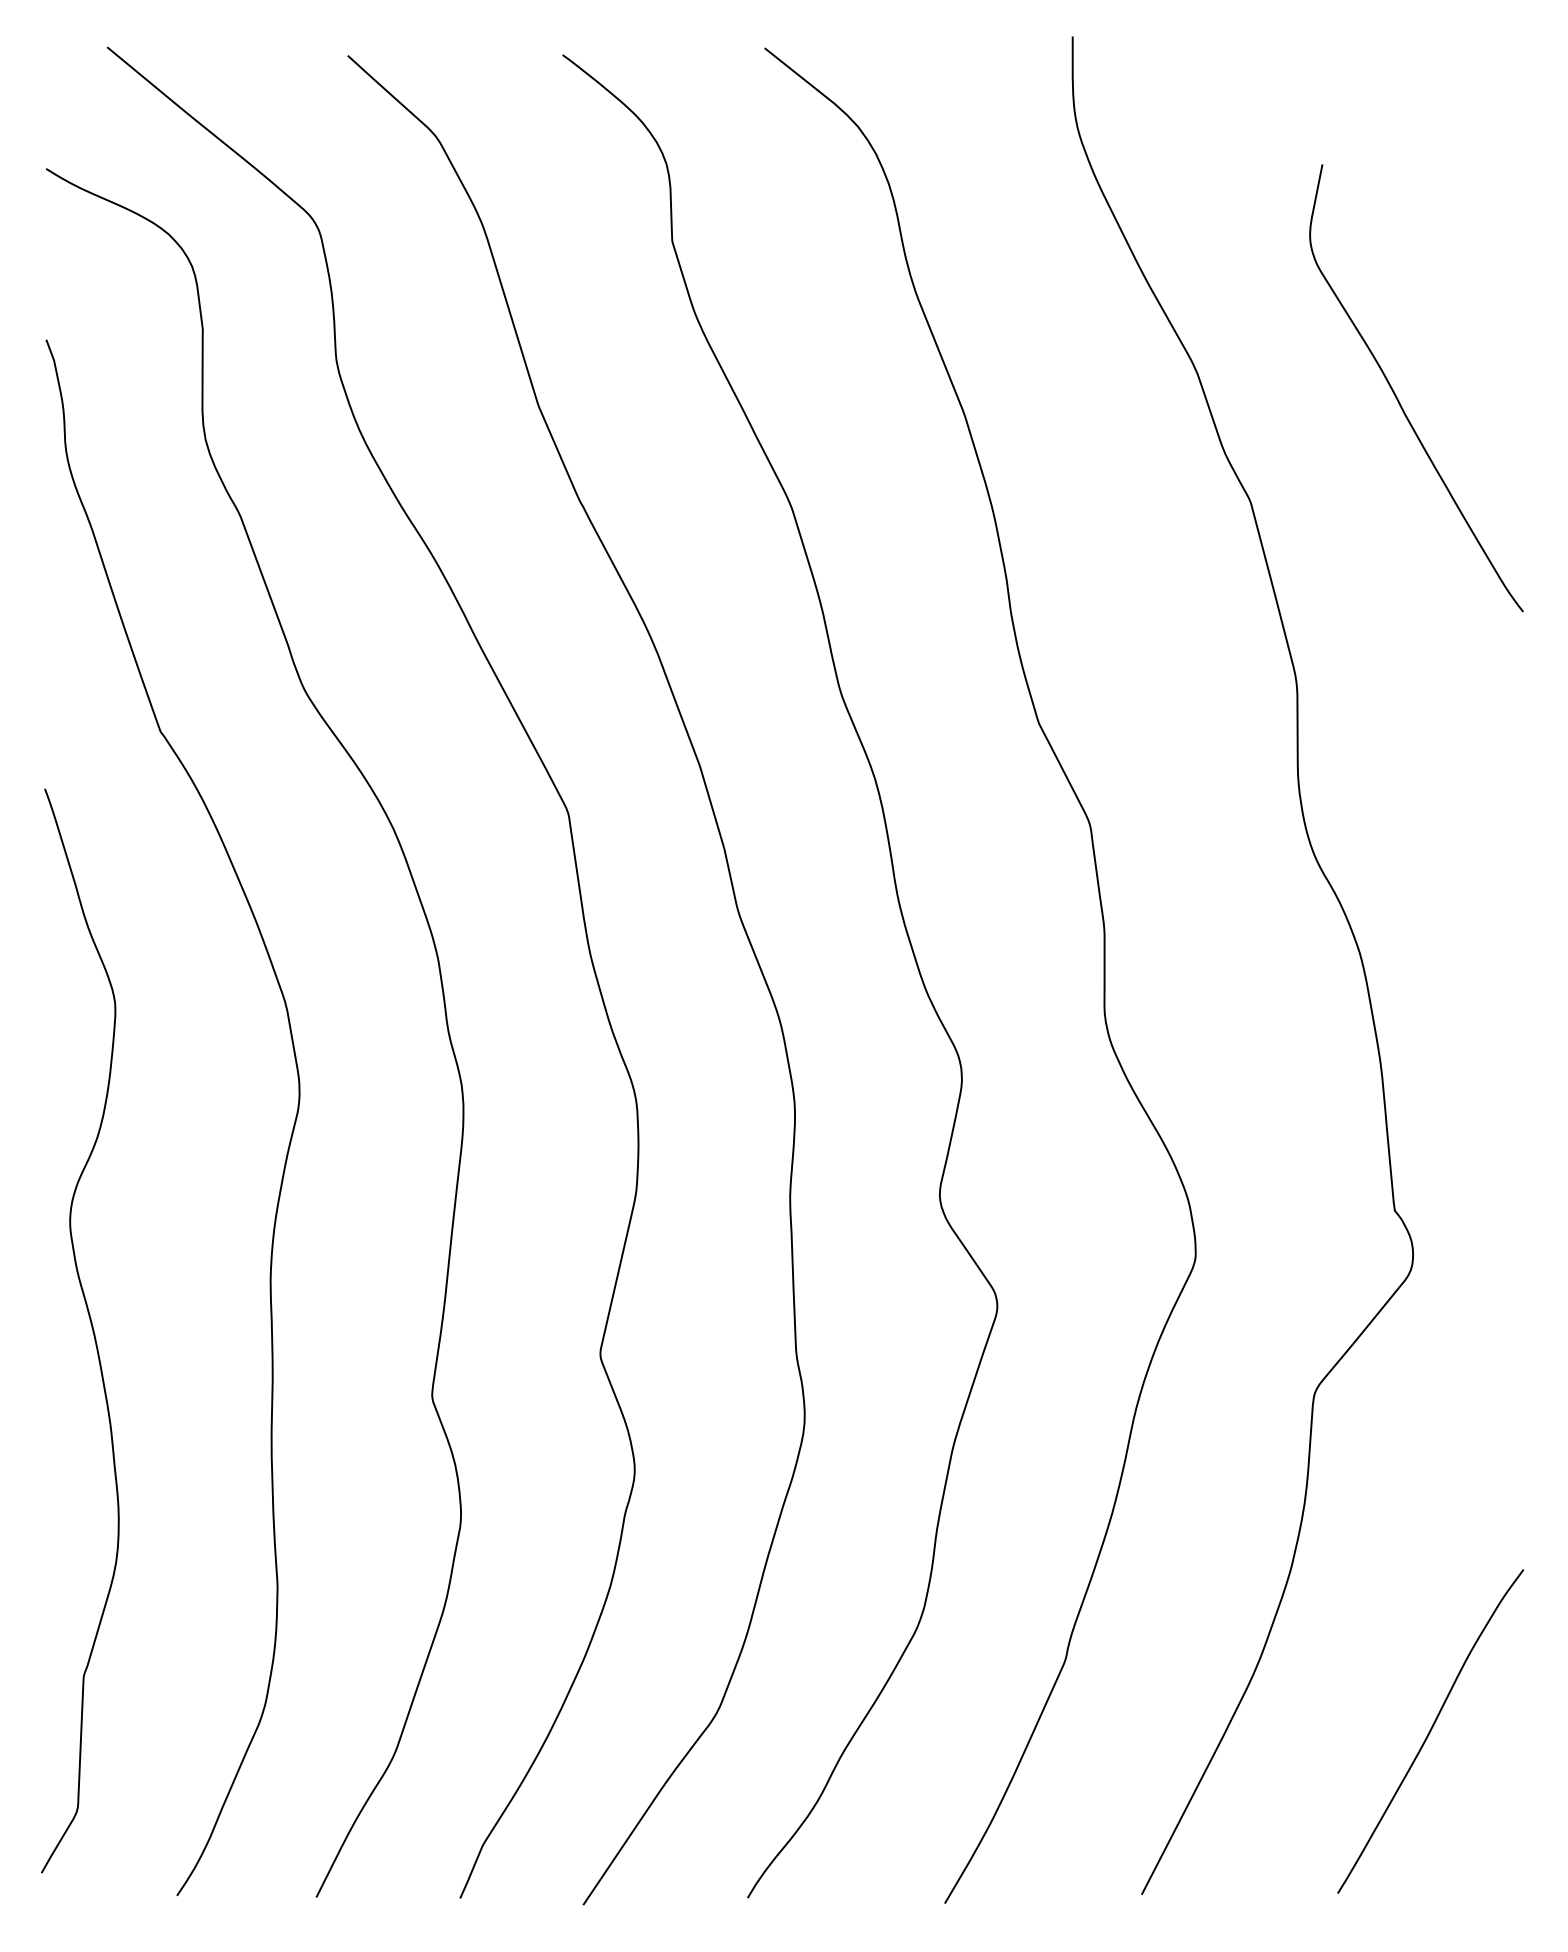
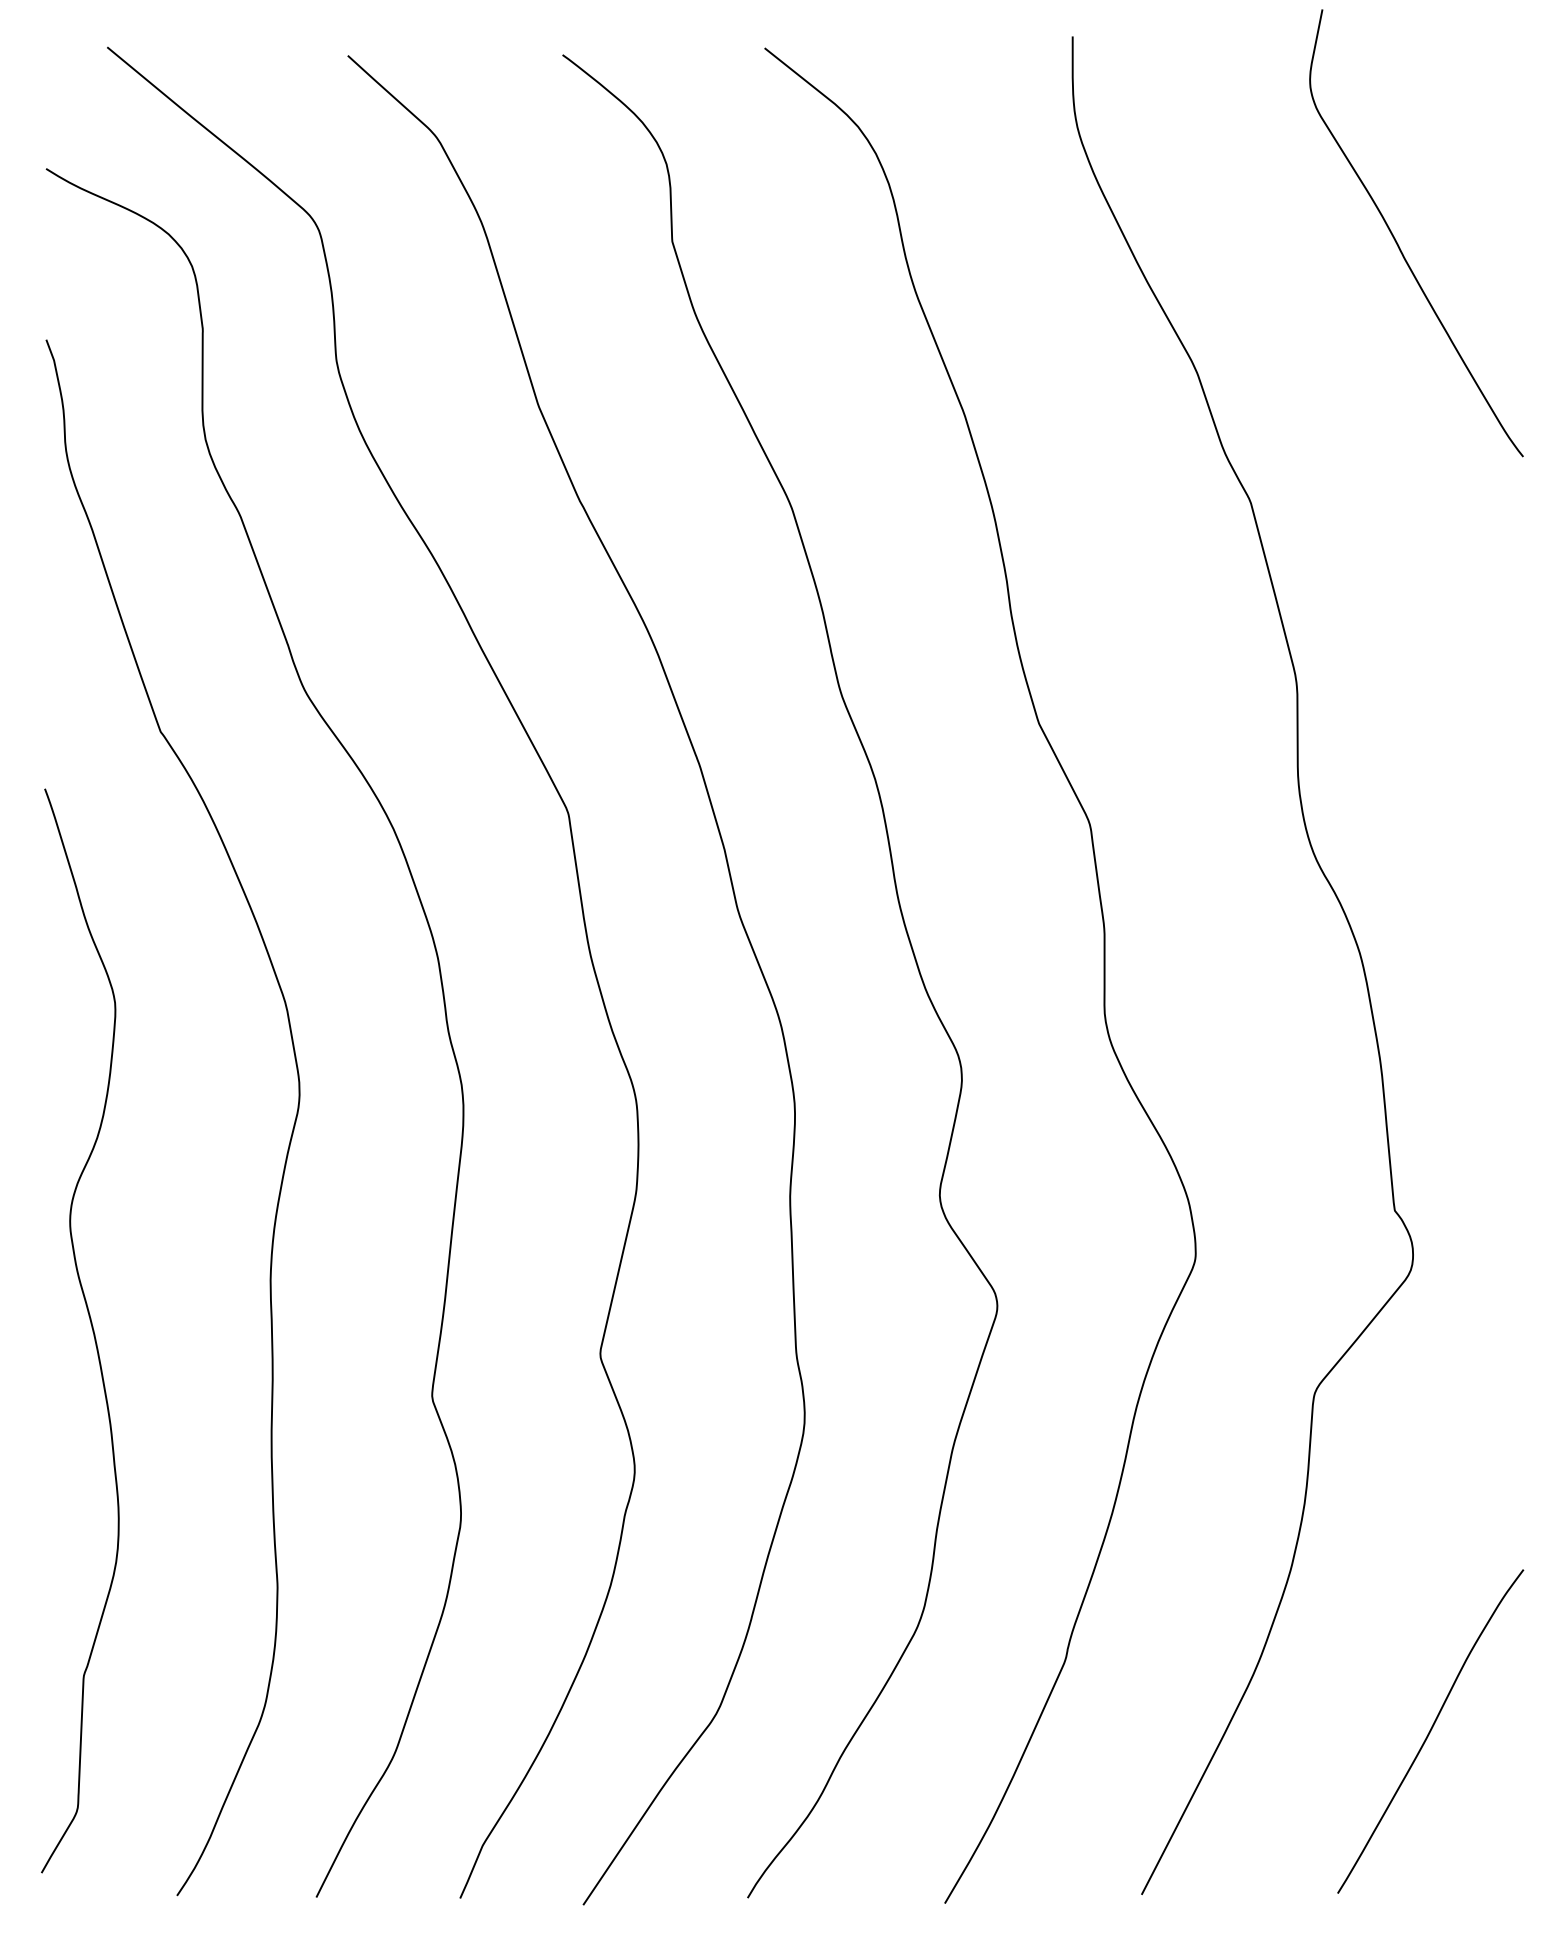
curve at (1398, 398) position: (1398, 398) -> (1398, 243)
